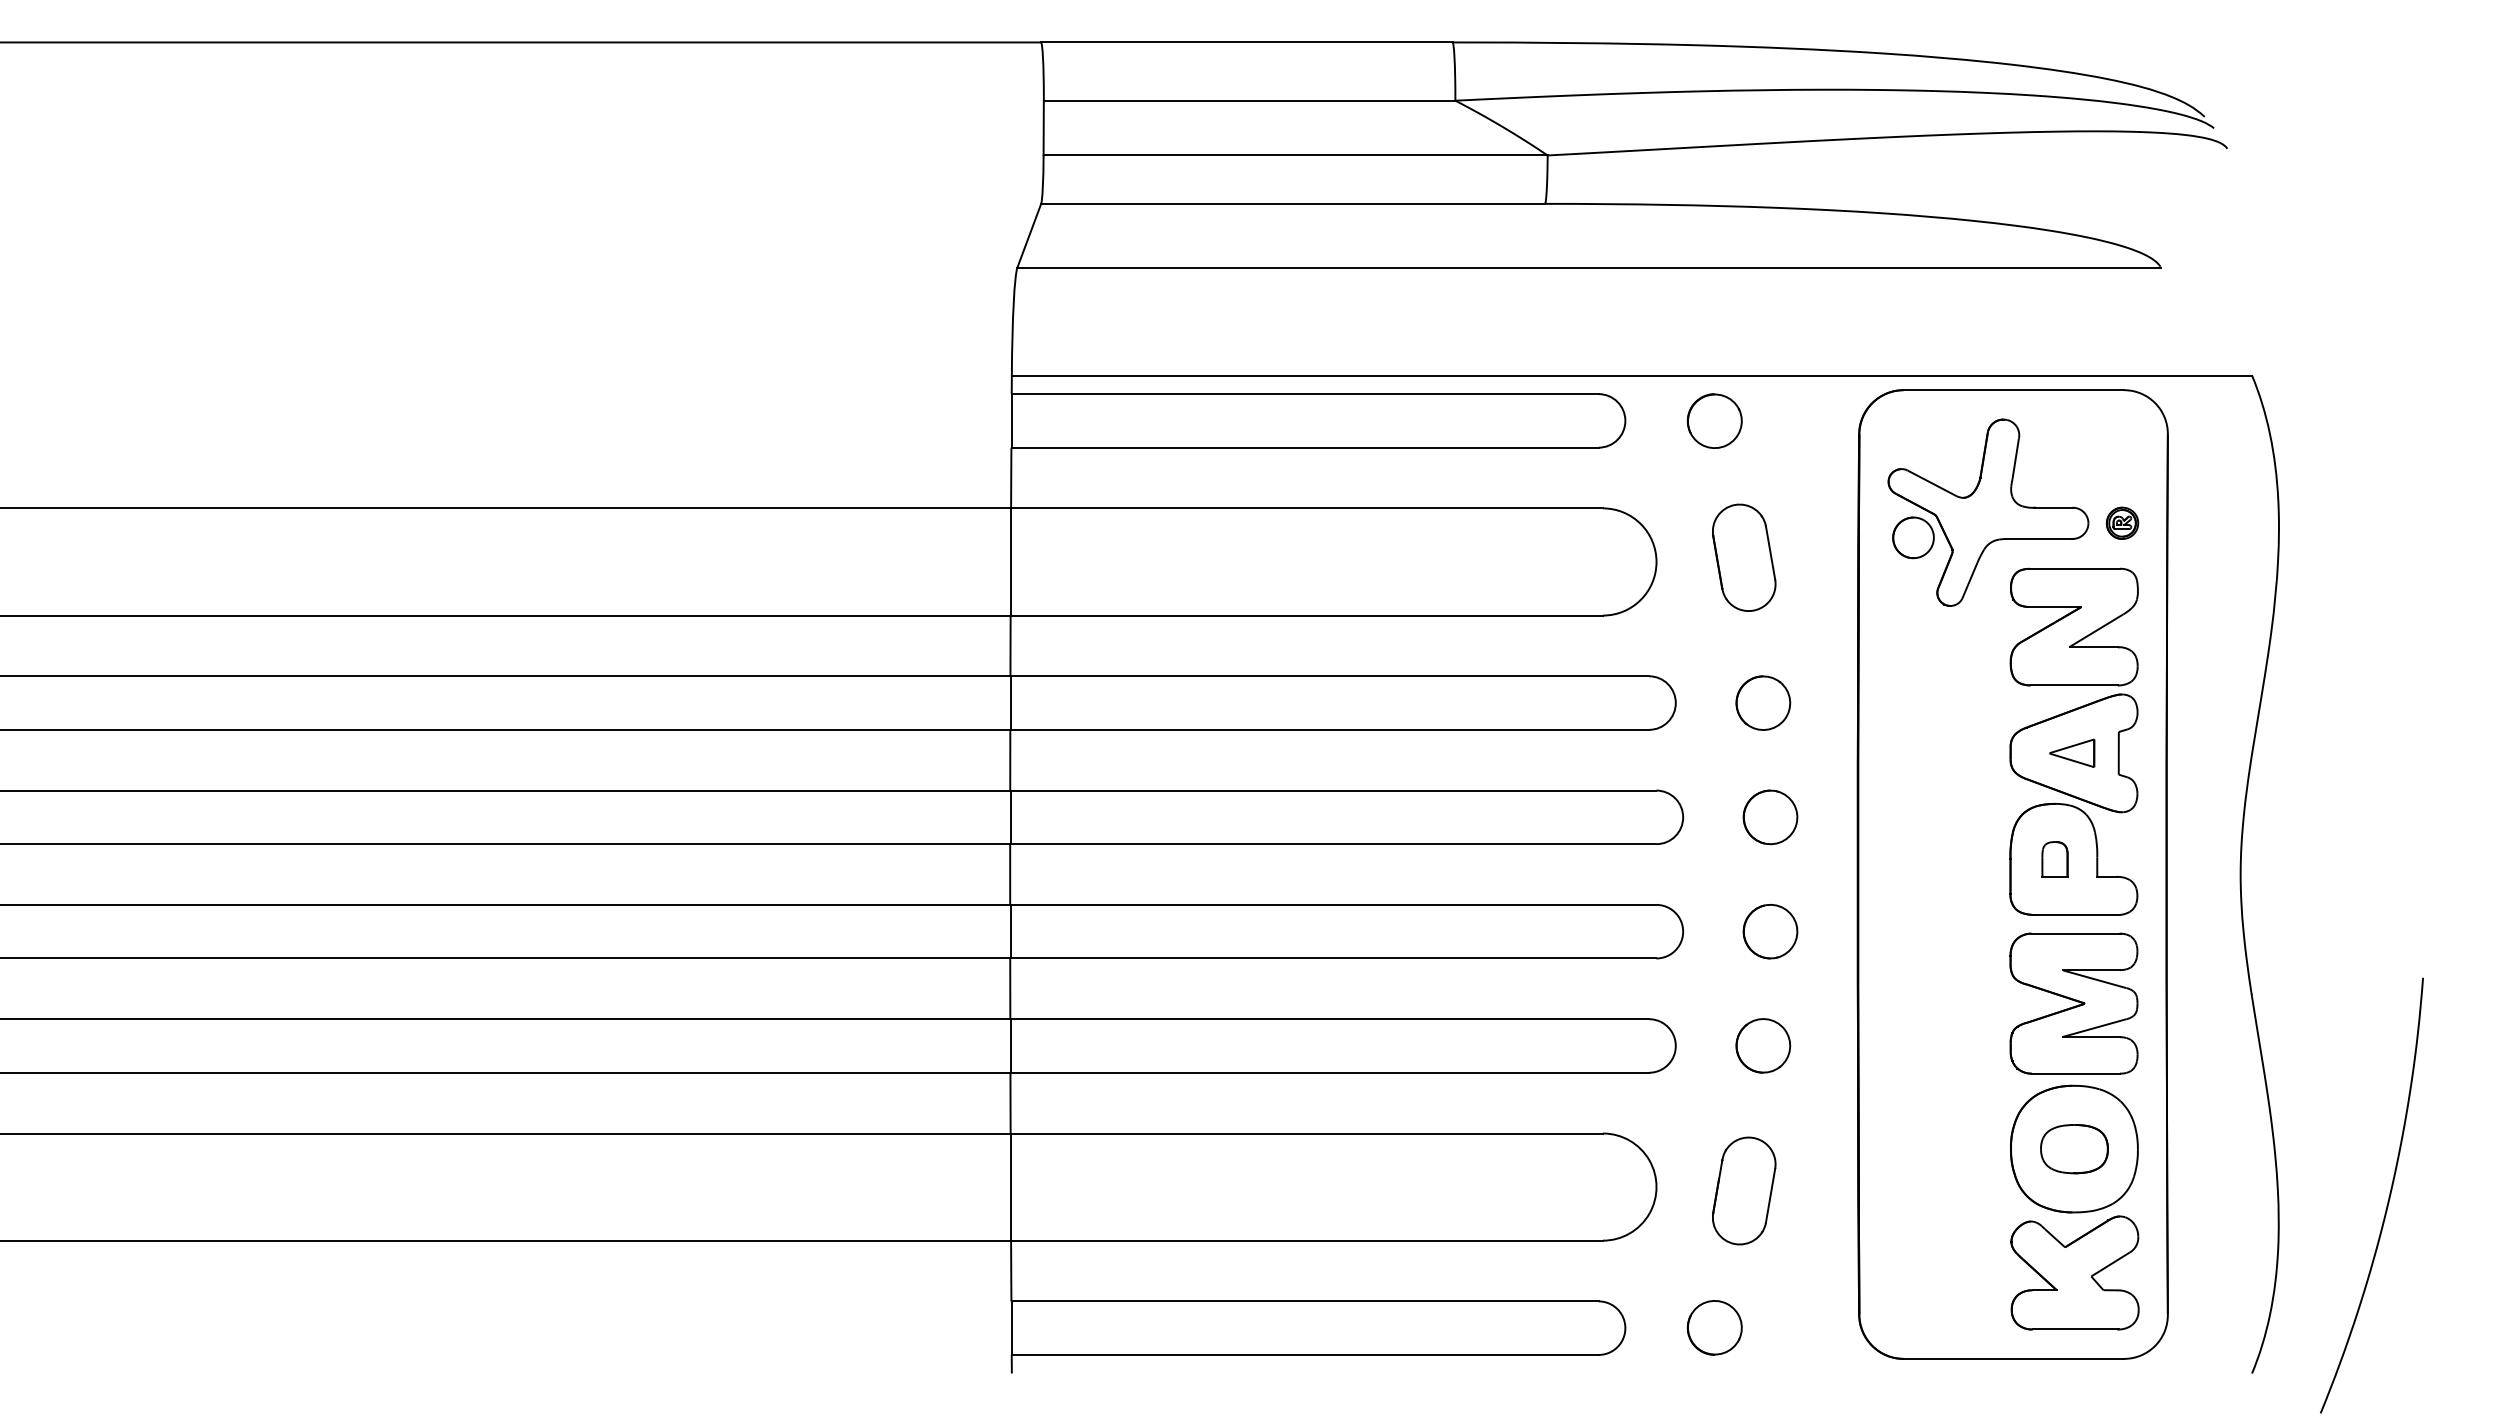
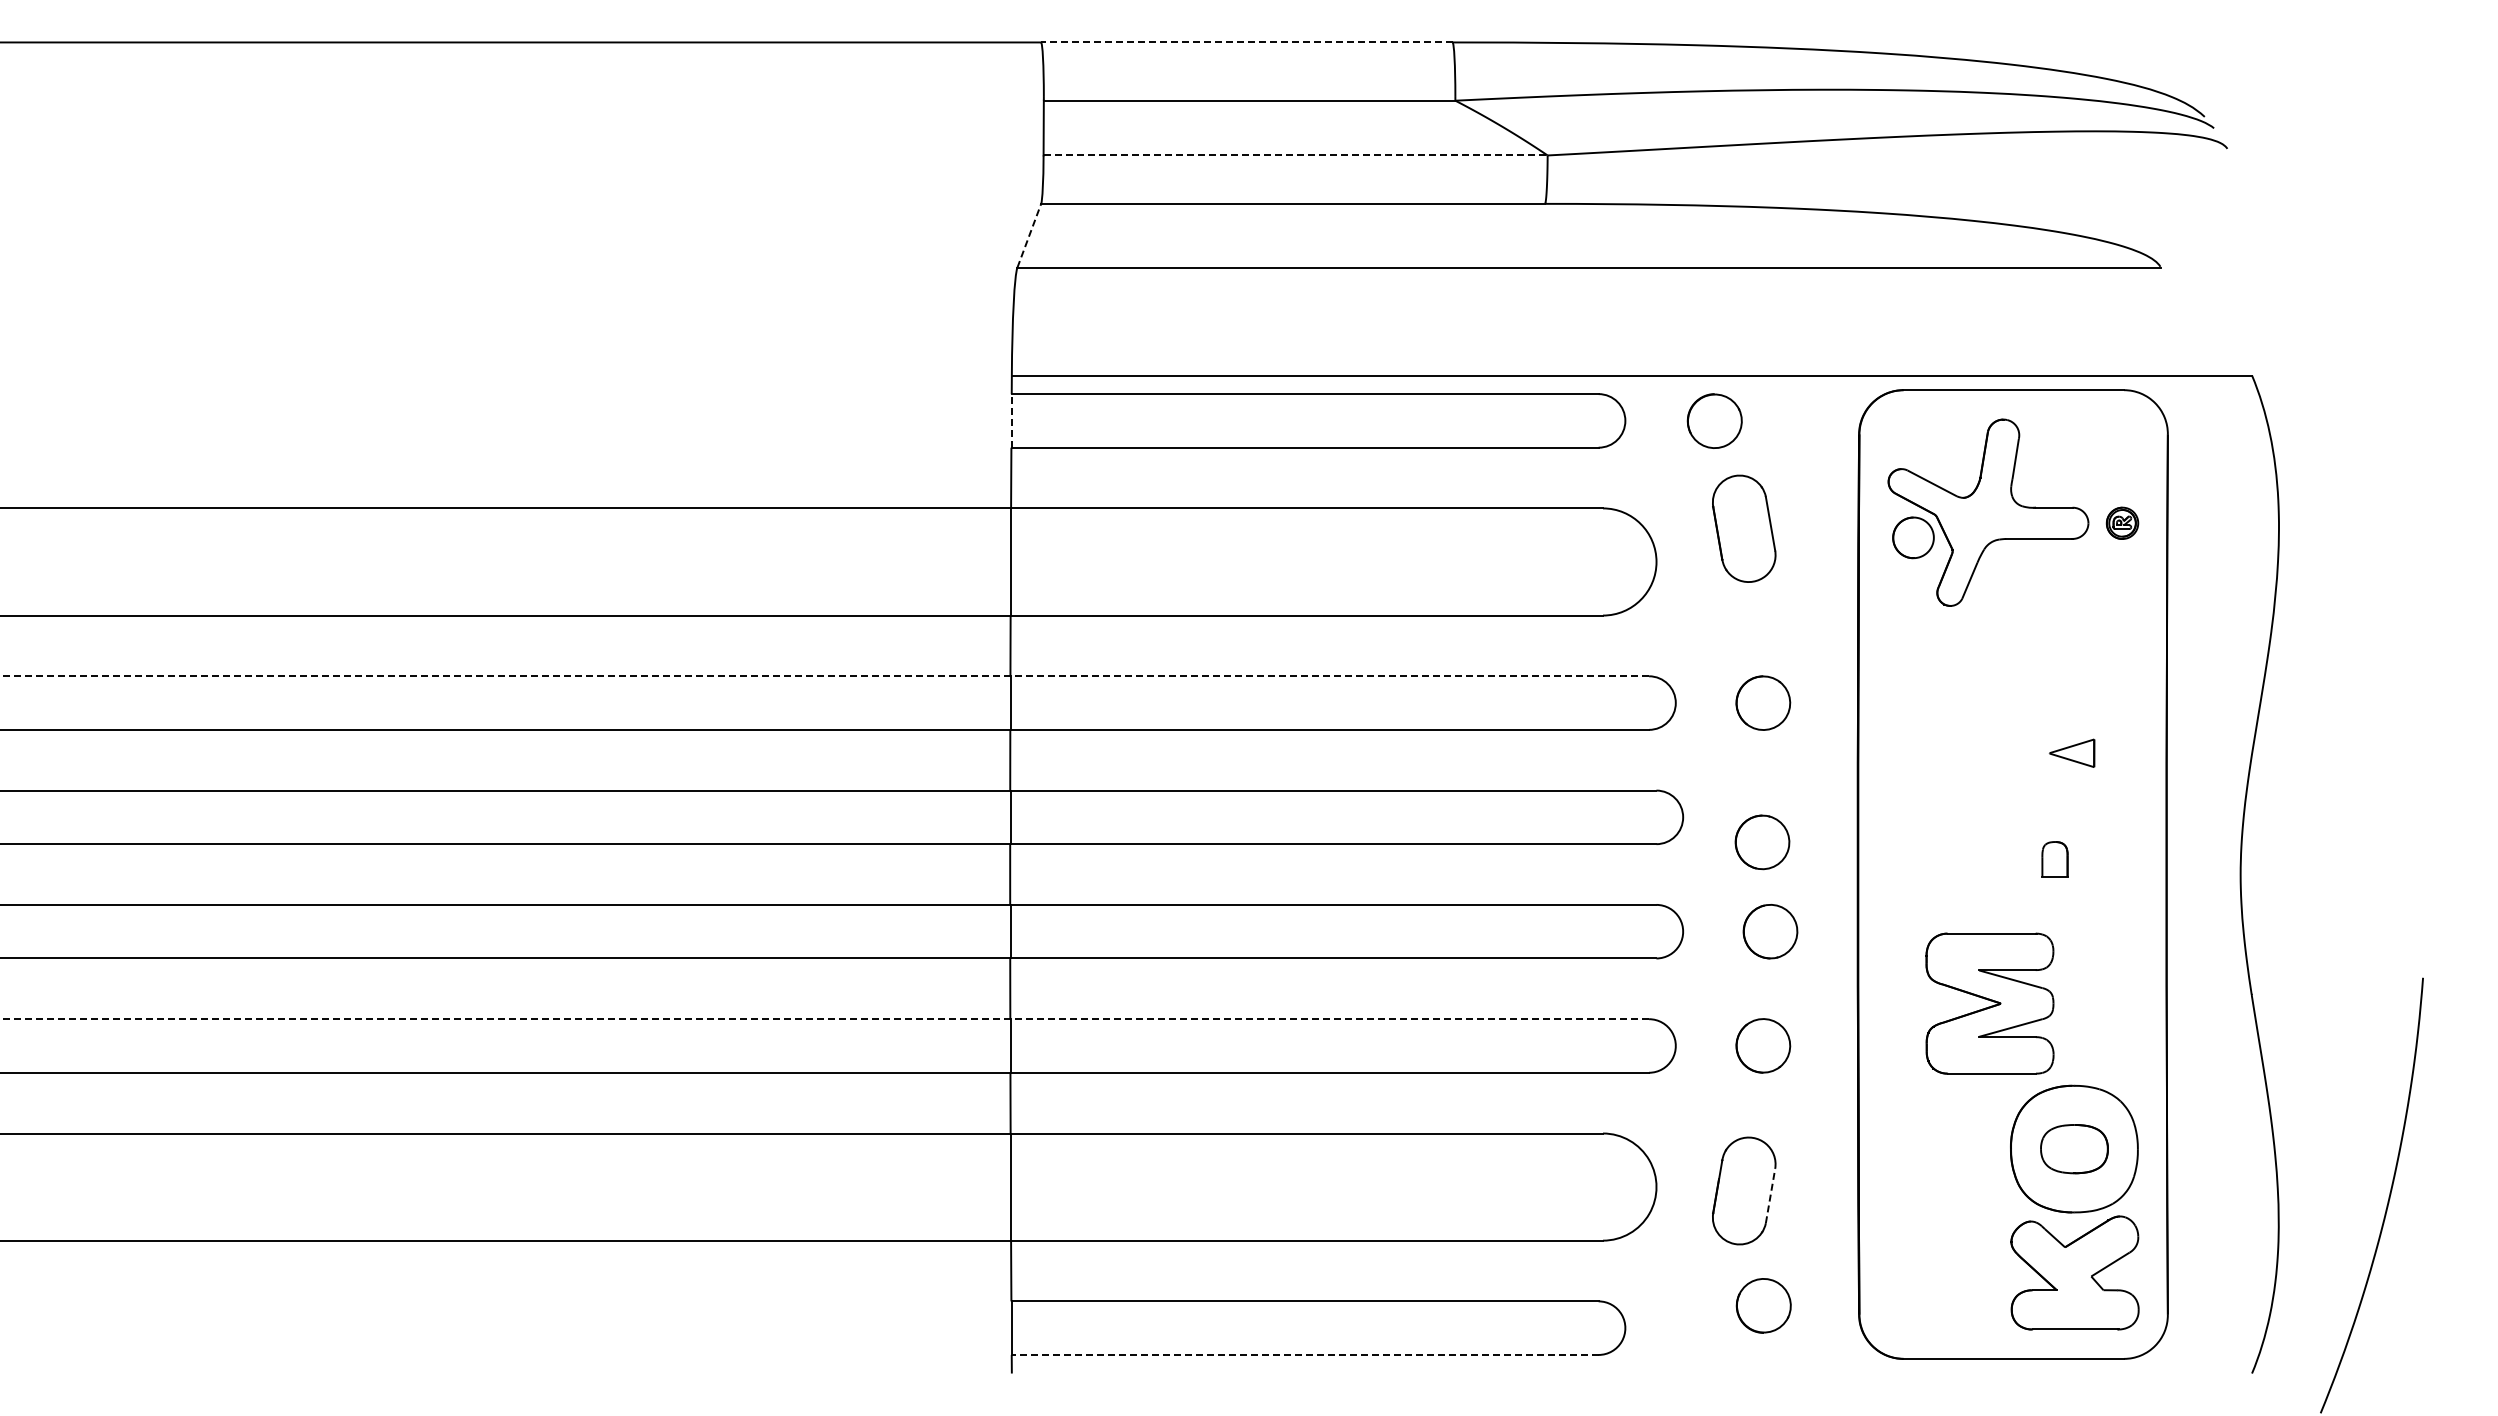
line at (1246, 42): solid -> dashed
line at (1296, 155): solid -> dashed
line at (1029, 235): solid -> dashed
line at (1011, 420): solid -> dashed
part at (1744, 557) position: (1744, 557) -> (1744, 528)
line at (824, 676): solid -> dashed
part at (2073, 741): present -> none
part at (1770, 817) position: (1770, 817) -> (1762, 842)
part at (2073, 1003) position: (2073, 1003) -> (1989, 1003)
line at (824, 1019): solid -> dashed
line at (1770, 1196): solid -> dashed
part at (1714, 1327) position: (1714, 1327) -> (1763, 1305)
line at (1304, 1354): solid -> dashed
